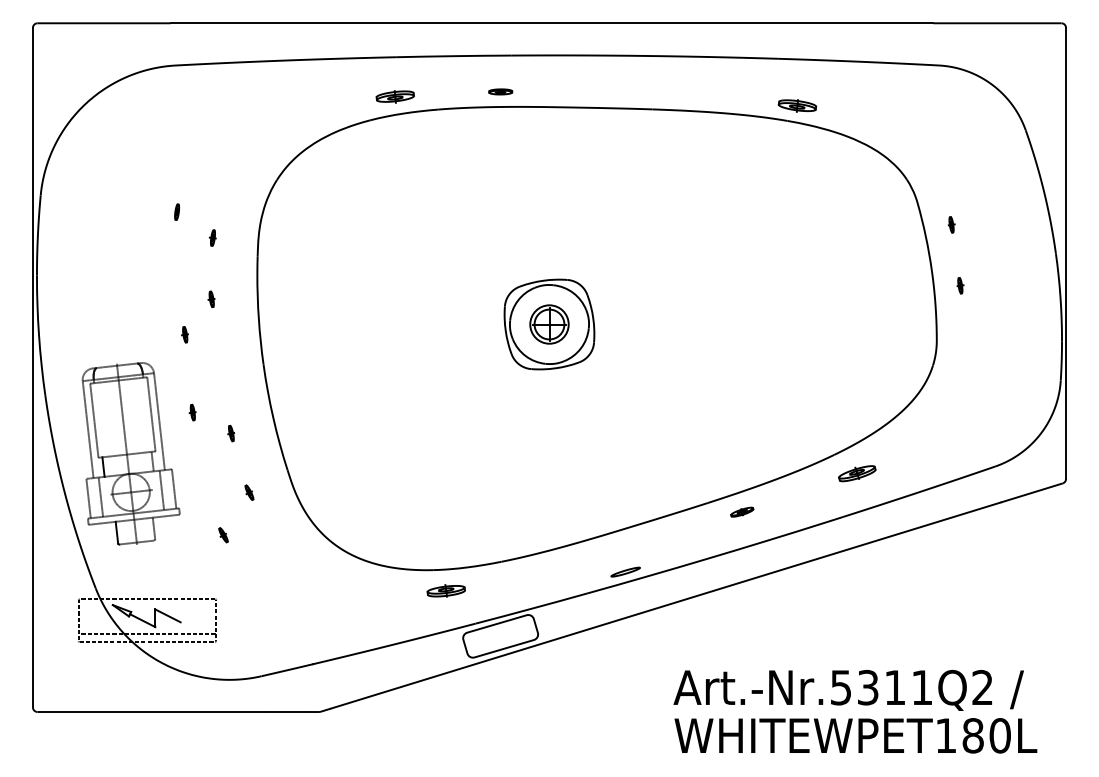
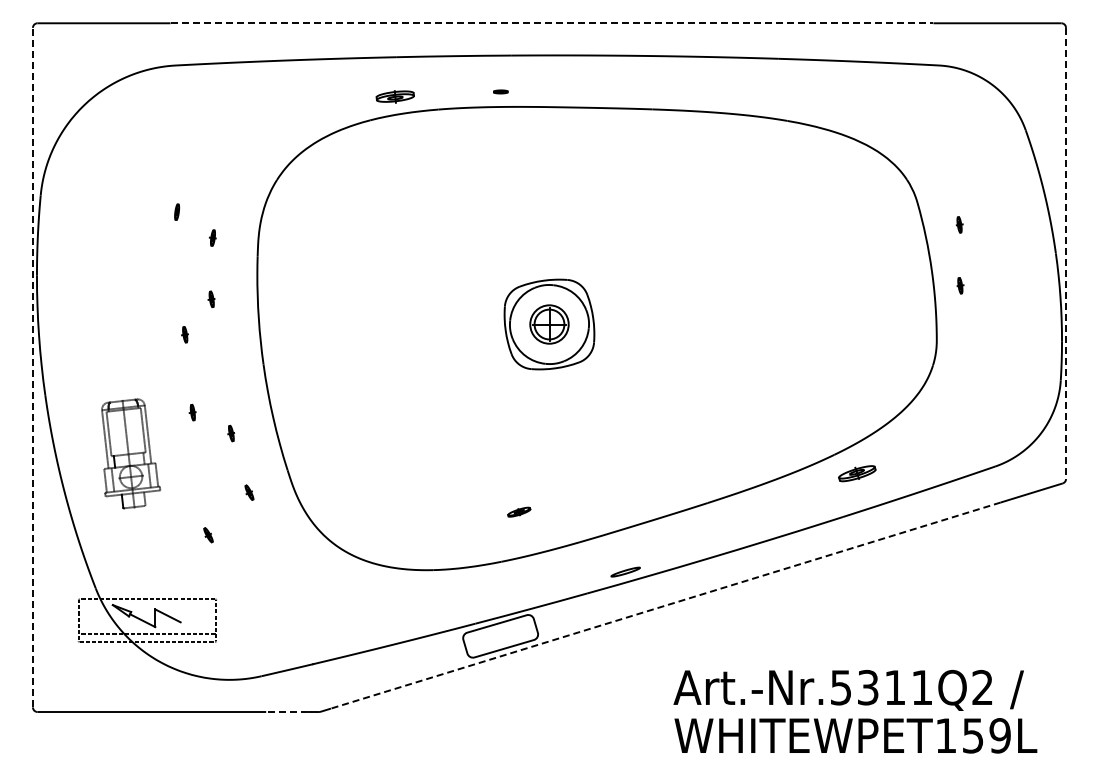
line at (552, 23): solid -> dashed
part at (500, 91) size: 26x8 px -> 16x6 px
part at (797, 105): present -> none
part at (951, 224) position: (951, 224) -> (959, 224)
line at (1066, 253): solid -> dashed
line at (32, 367): solid -> dashed
part at (130, 453) size: 100x184 px -> 61x112 px
part at (742, 511) position: (742, 511) -> (519, 511)
part at (223, 535) position: (223, 535) -> (208, 535)
part at (445, 590): present -> none
line at (665, 605): solid -> dashed
line at (287, 712): solid -> dashed
text at (986, 735): WHITEWPET180L -> WHITEWPET159L
